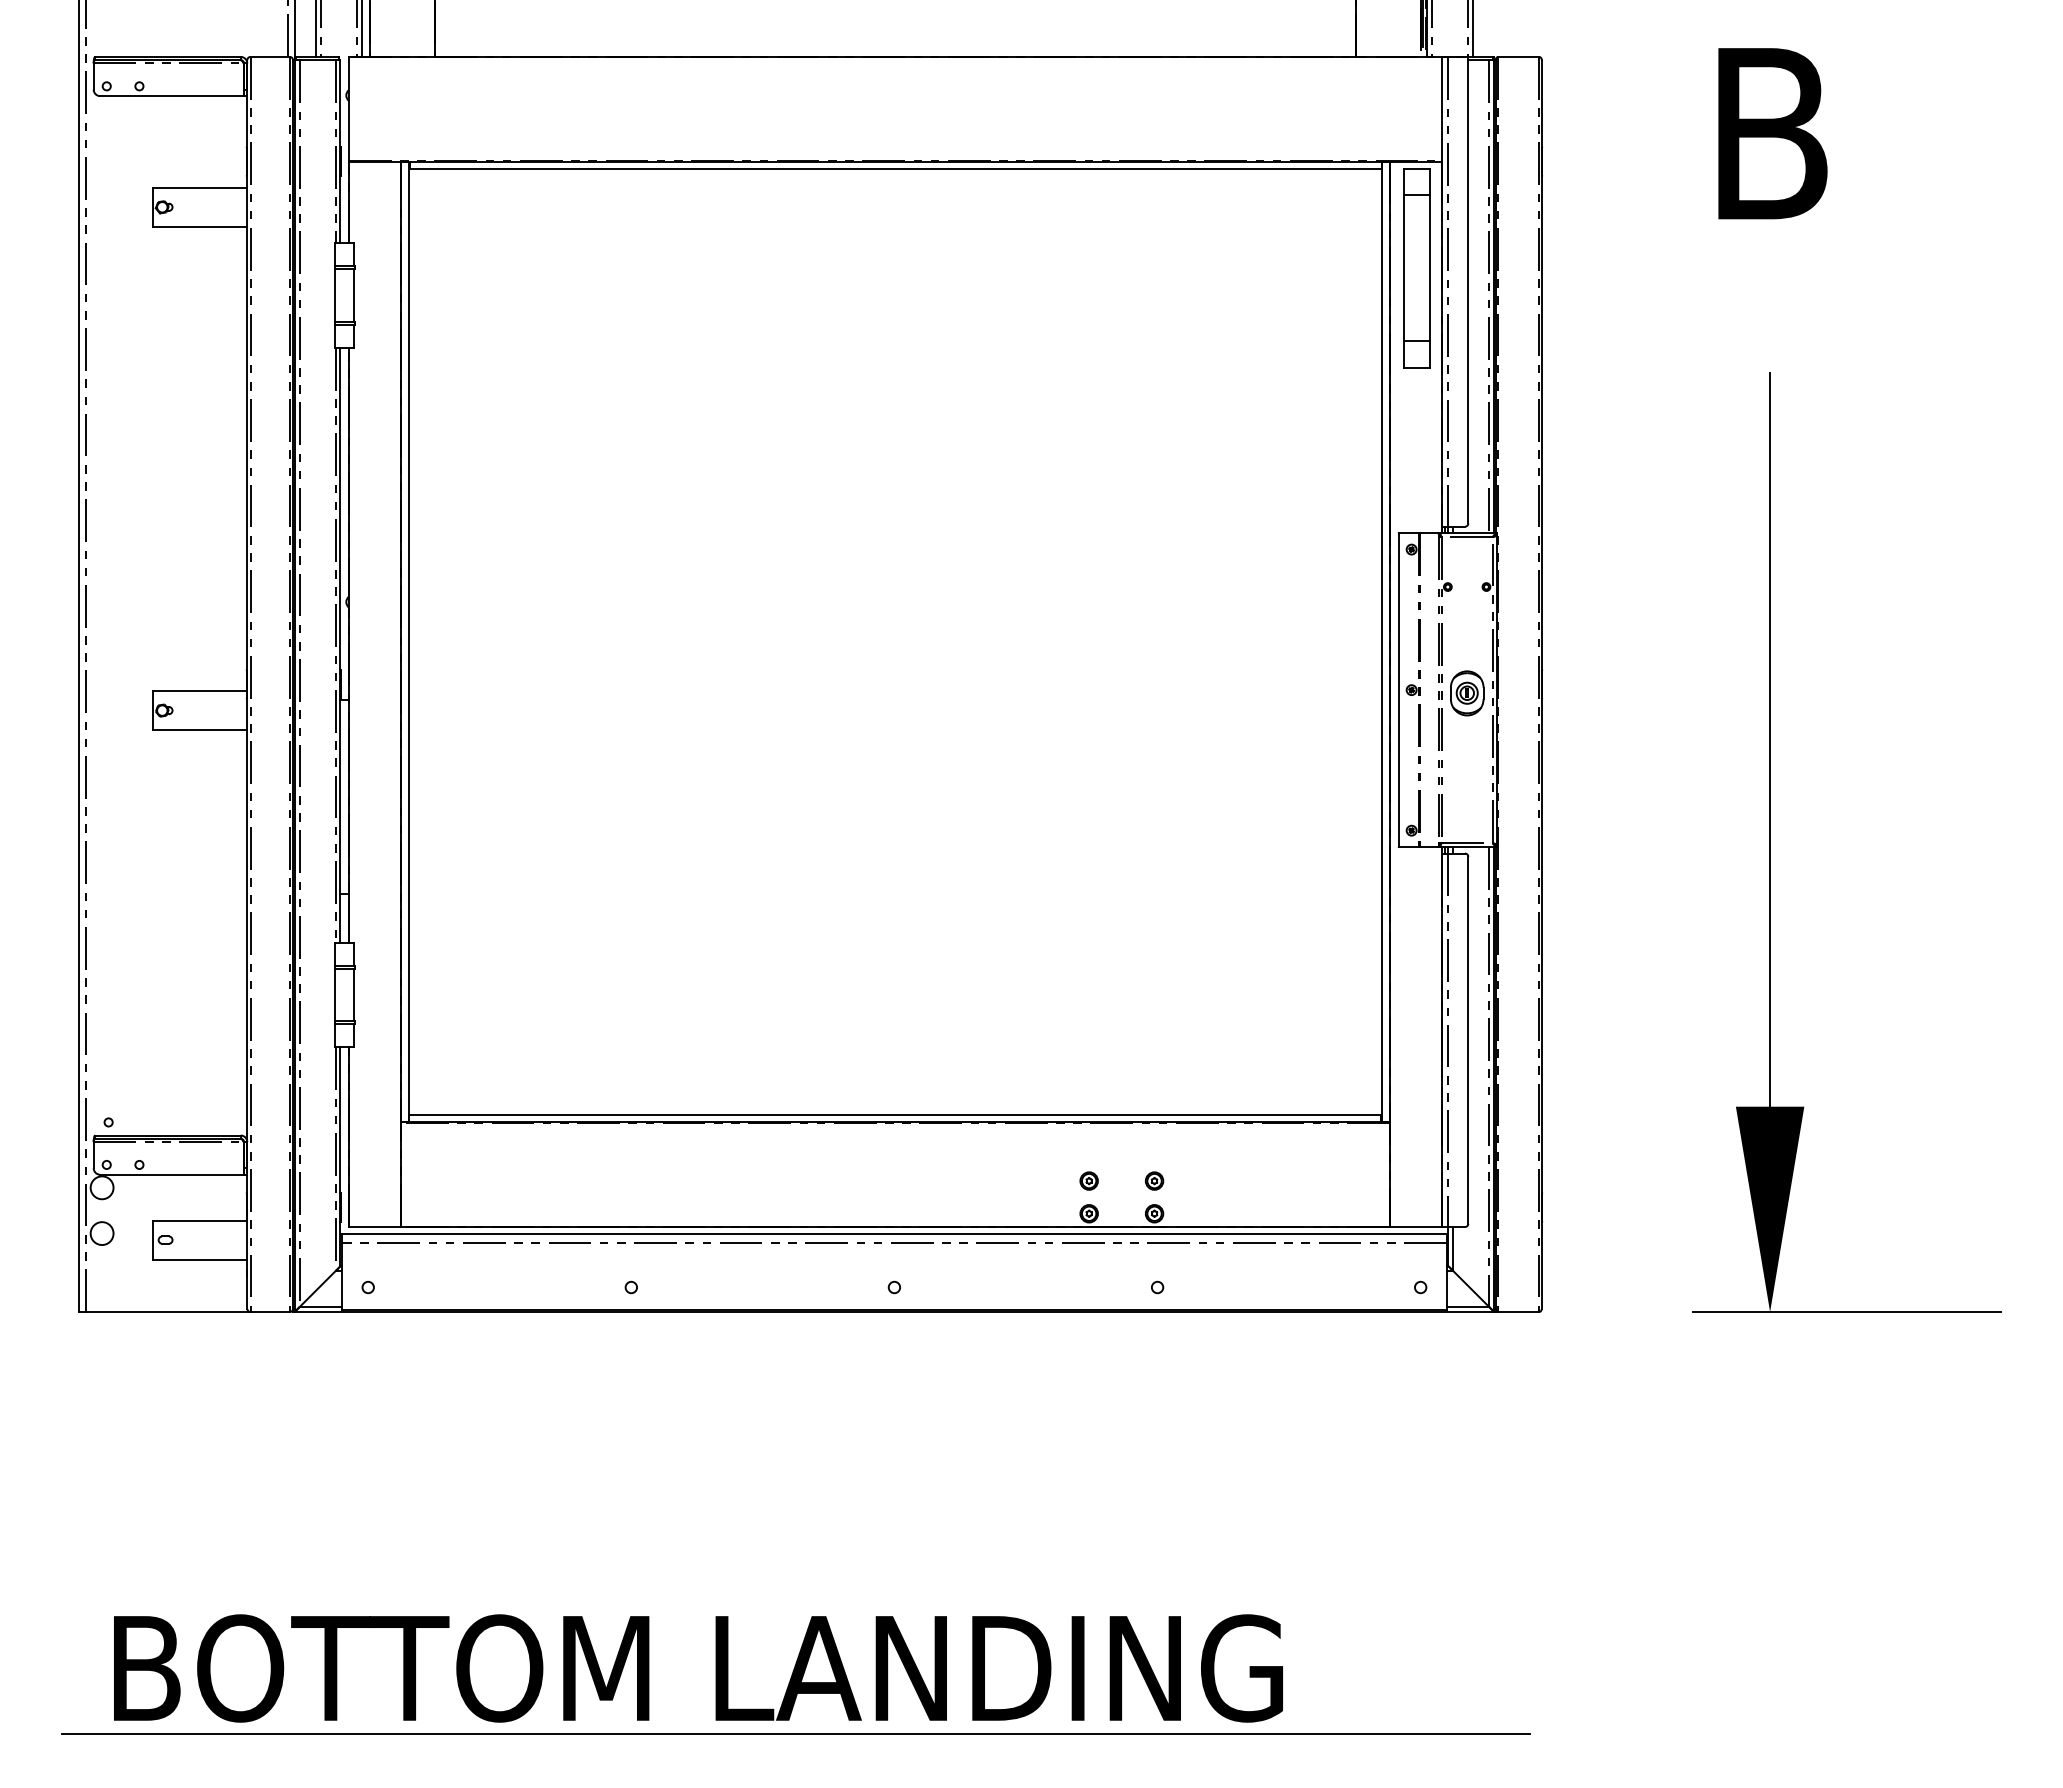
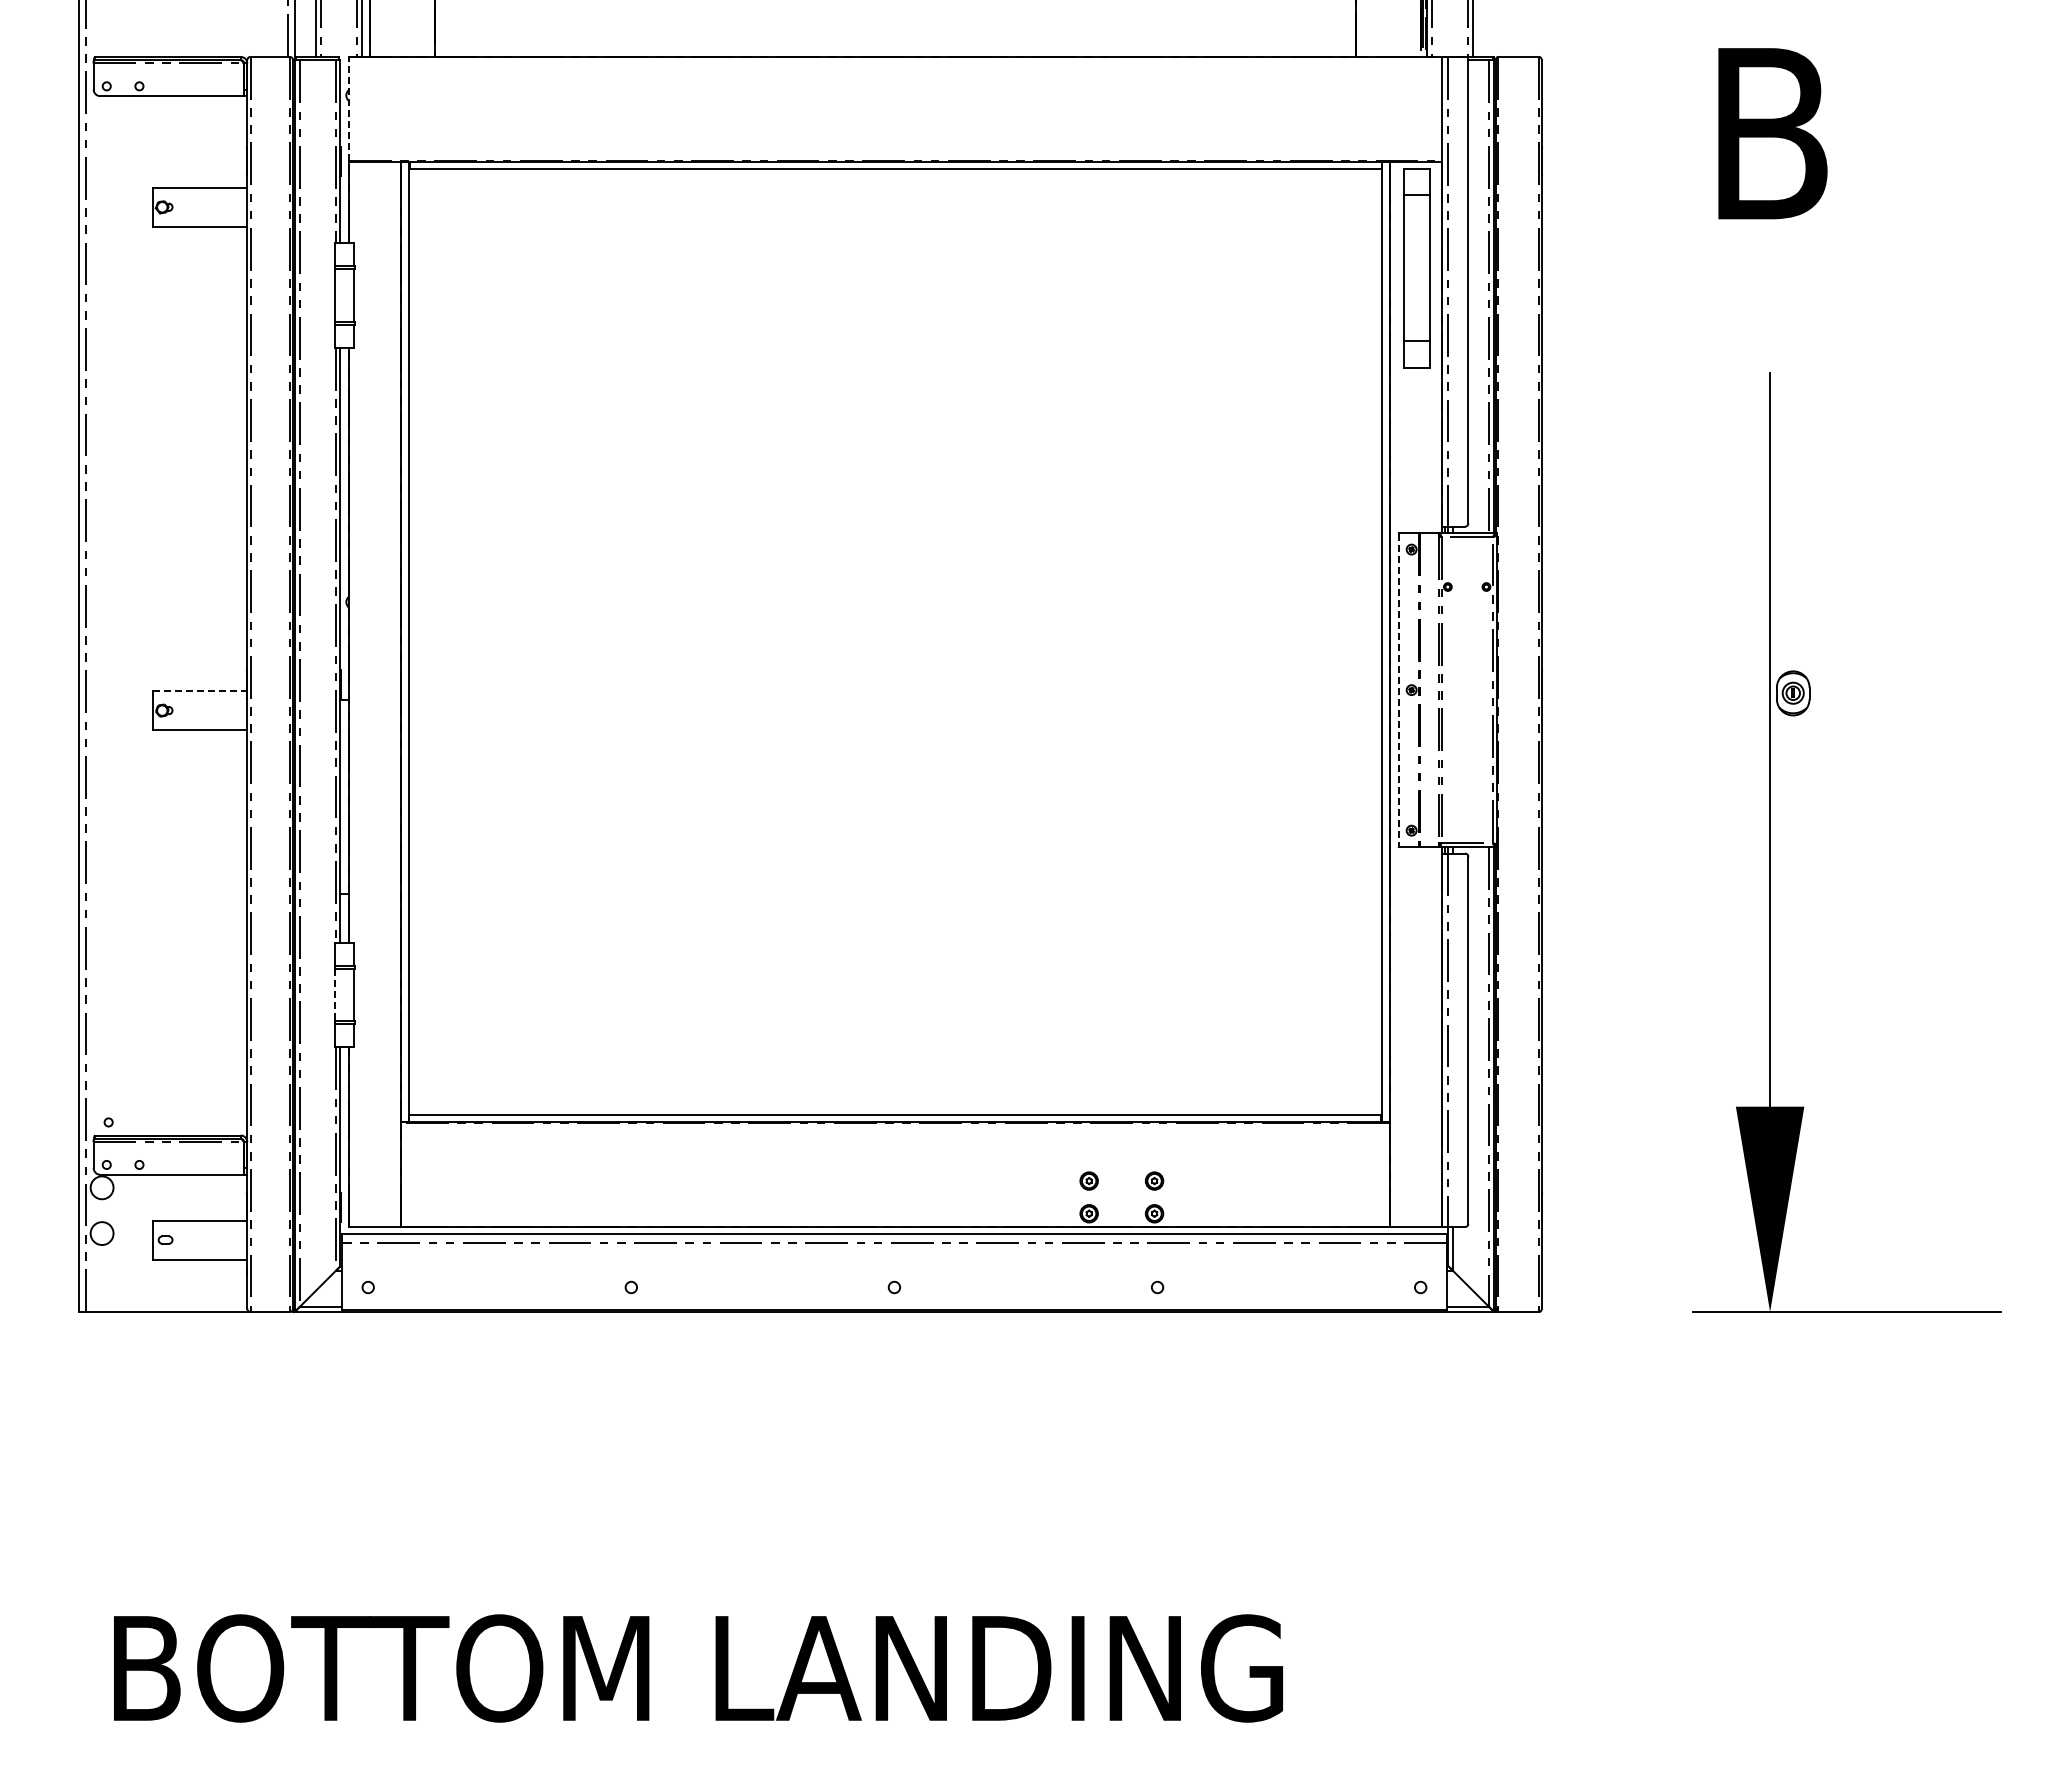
line at (348, 108): solid -> dashed
line at (1398, 690): solid -> dashed
line at (200, 691): solid -> dashed
part at (1467, 693) position: (1467, 693) -> (1793, 693)
line at (335, 995): solid -> dashed
line at (795, 1734): present -> none
